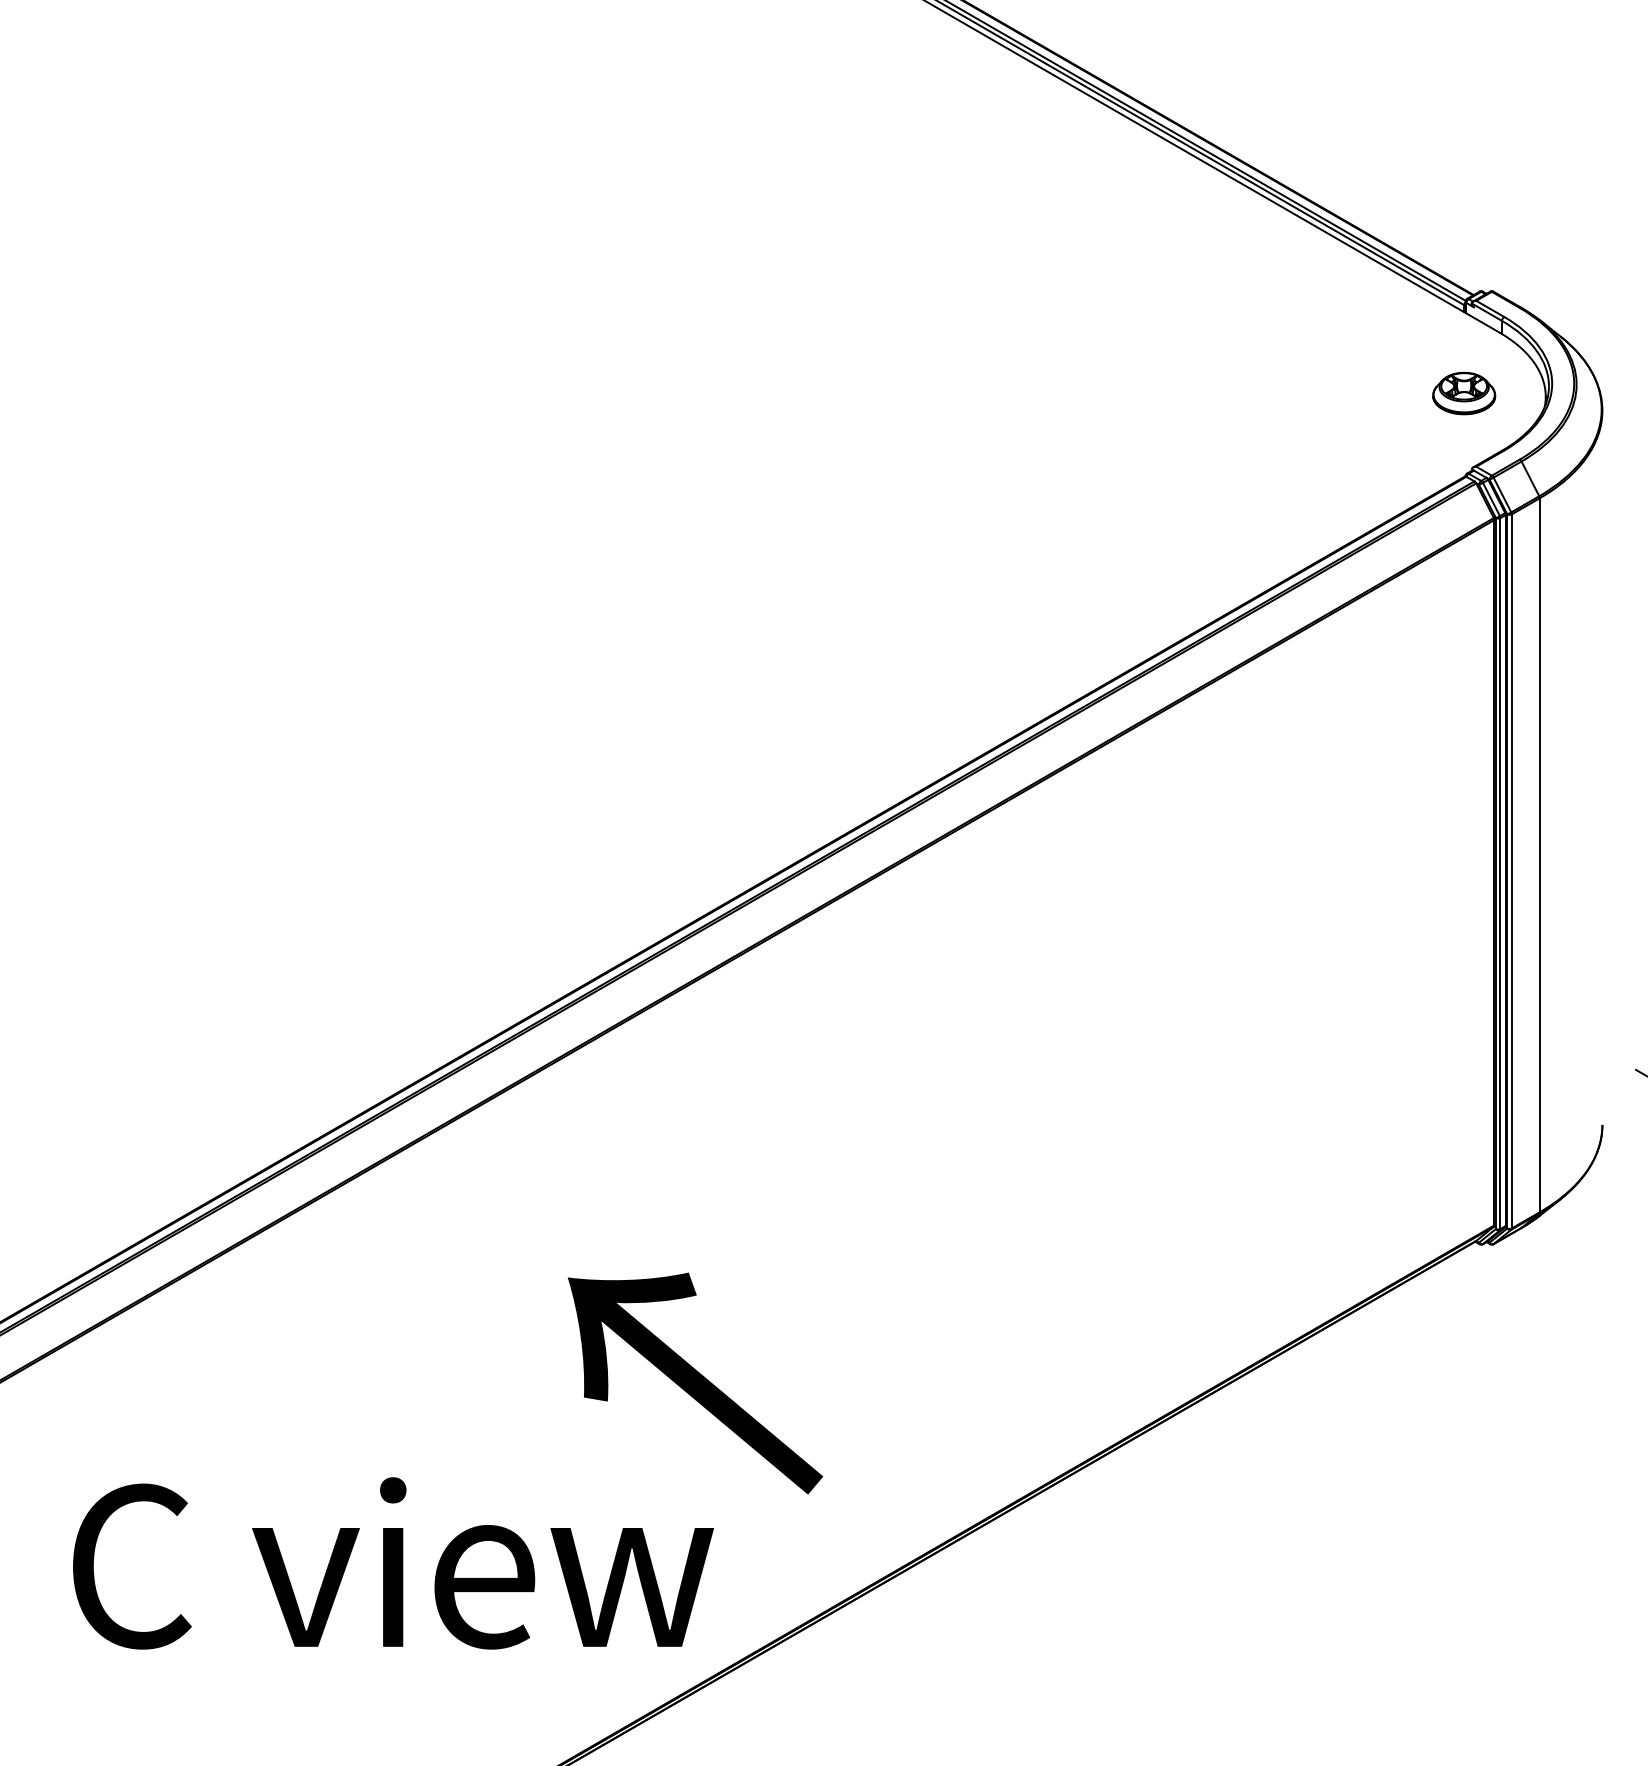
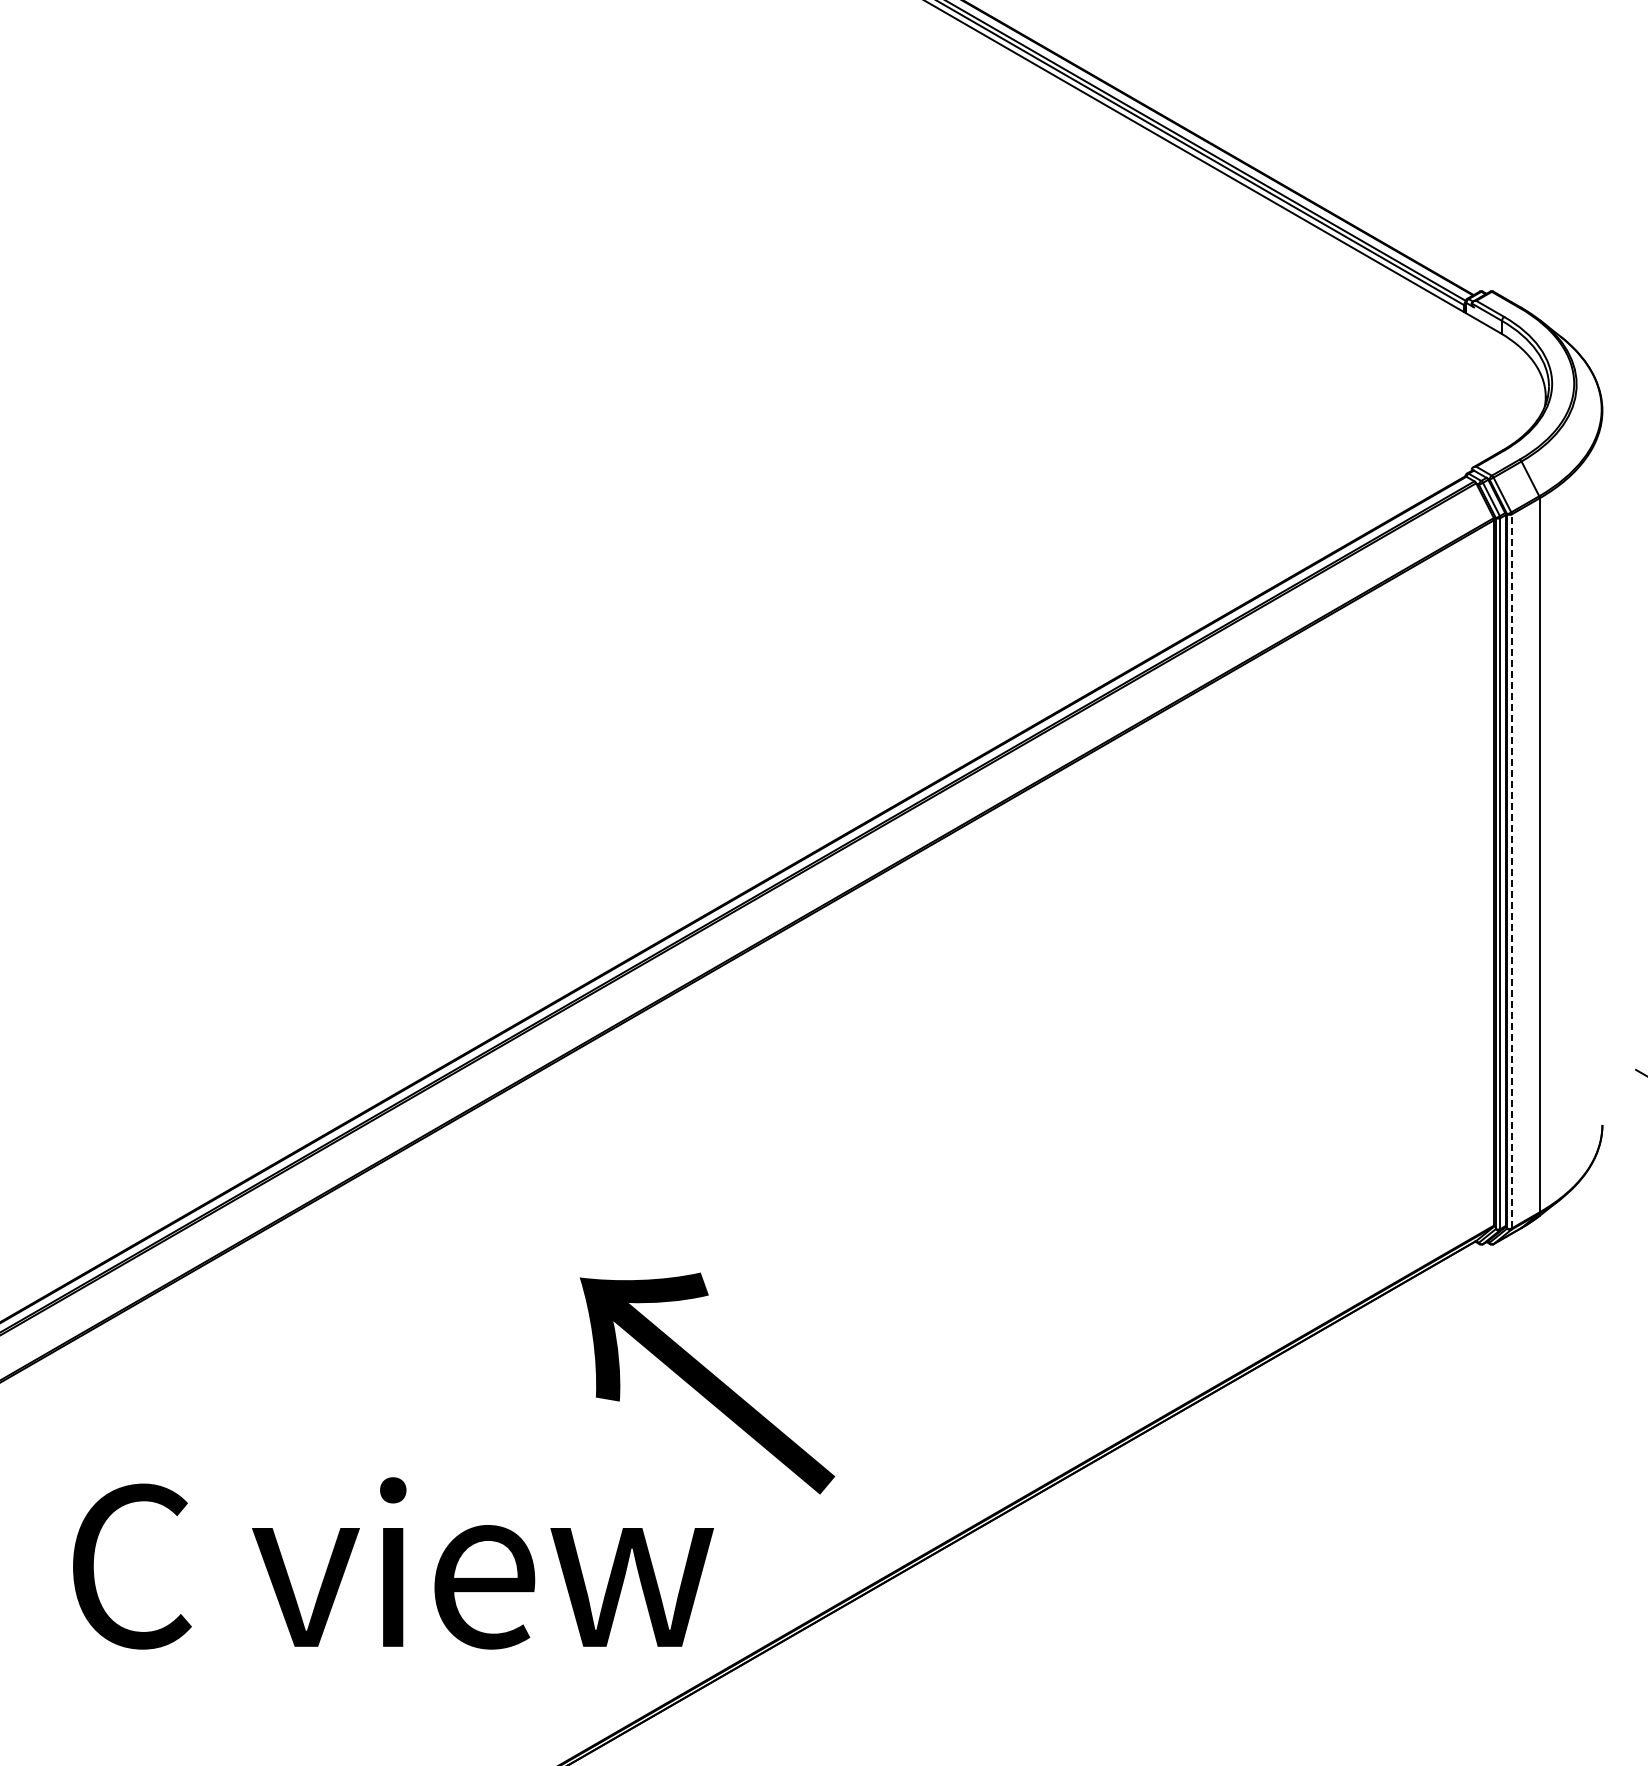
part at (1464, 393): present -> none
line at (1511, 870): solid -> dashed
text at (695, 1383) position: (695, 1383) -> (707, 1383)
